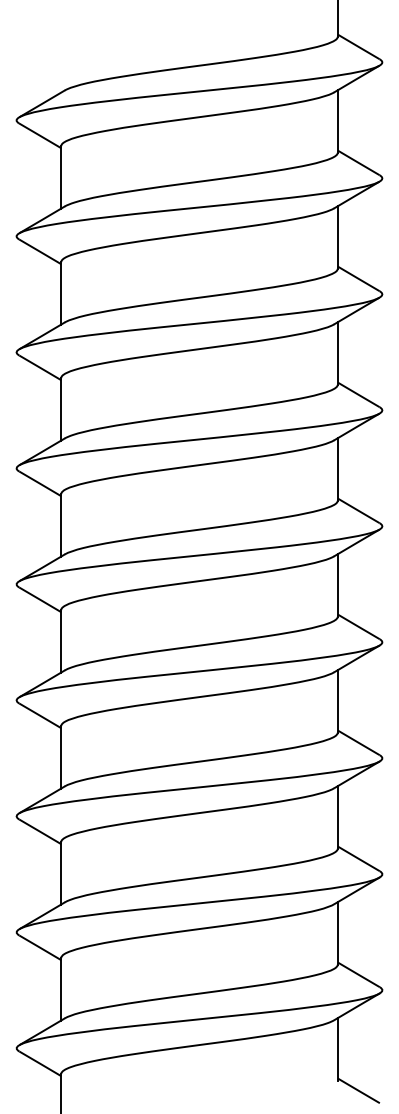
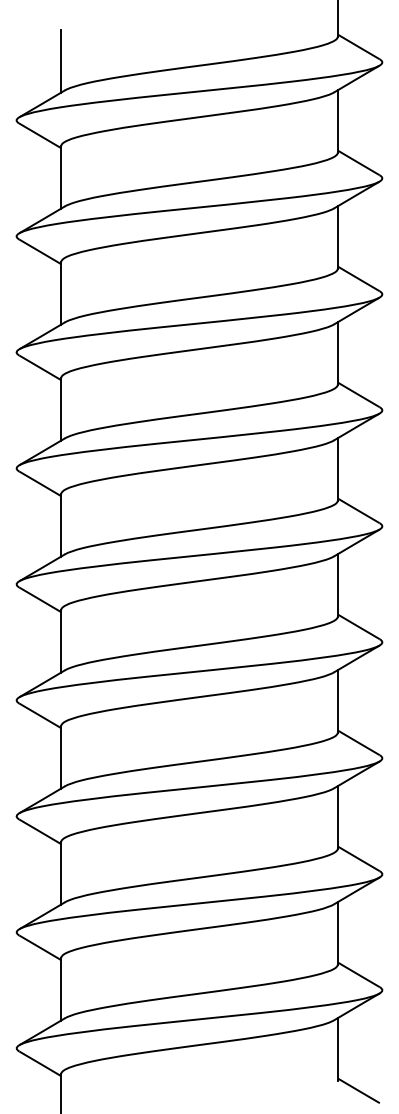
line at (61, 61): none -> present
